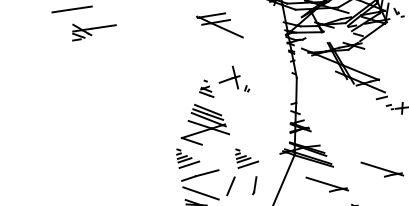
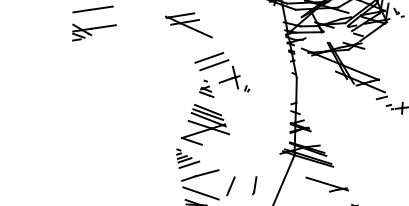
line at (71, 9) position: (71, 9) -> (92, 9)
part at (219, 25) position: (219, 25) -> (188, 25)
line at (209, 57): none -> present
line at (214, 65): none -> present
part at (247, 158): present -> none
part at (382, 169): present -> none
